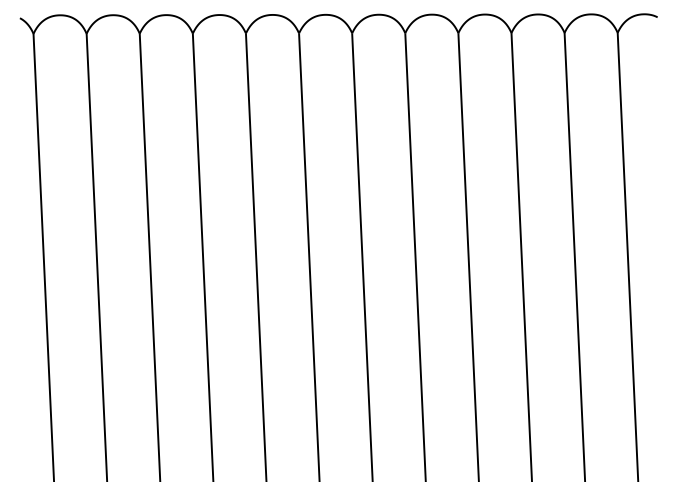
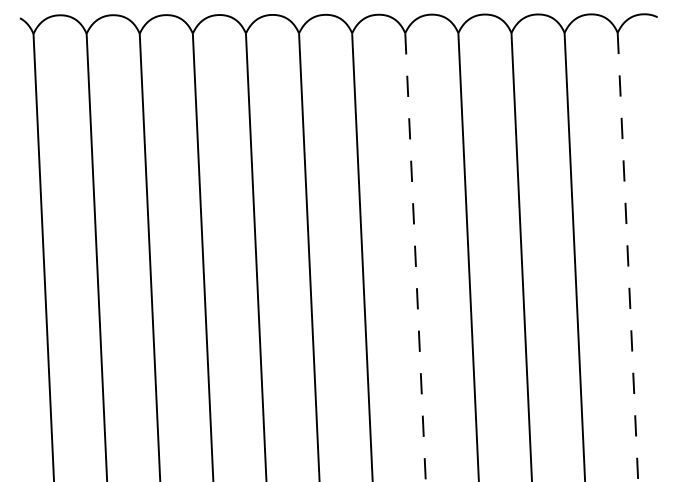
line at (415, 257): solid -> dashed
line at (627, 257): solid -> dashed
